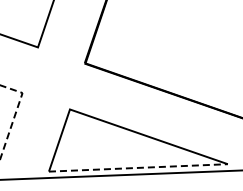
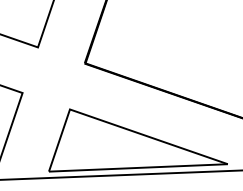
line at (14, 115): dashed -> solid
line at (138, 167): dashed -> solid
